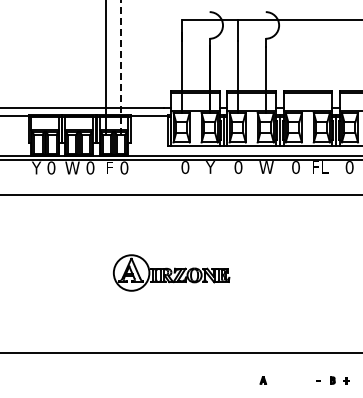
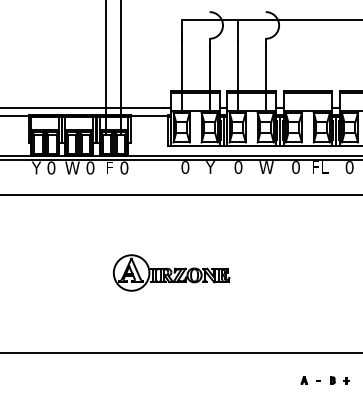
line at (120, 67): dashed -> solid
part at (263, 380) position: (263, 380) -> (304, 380)
